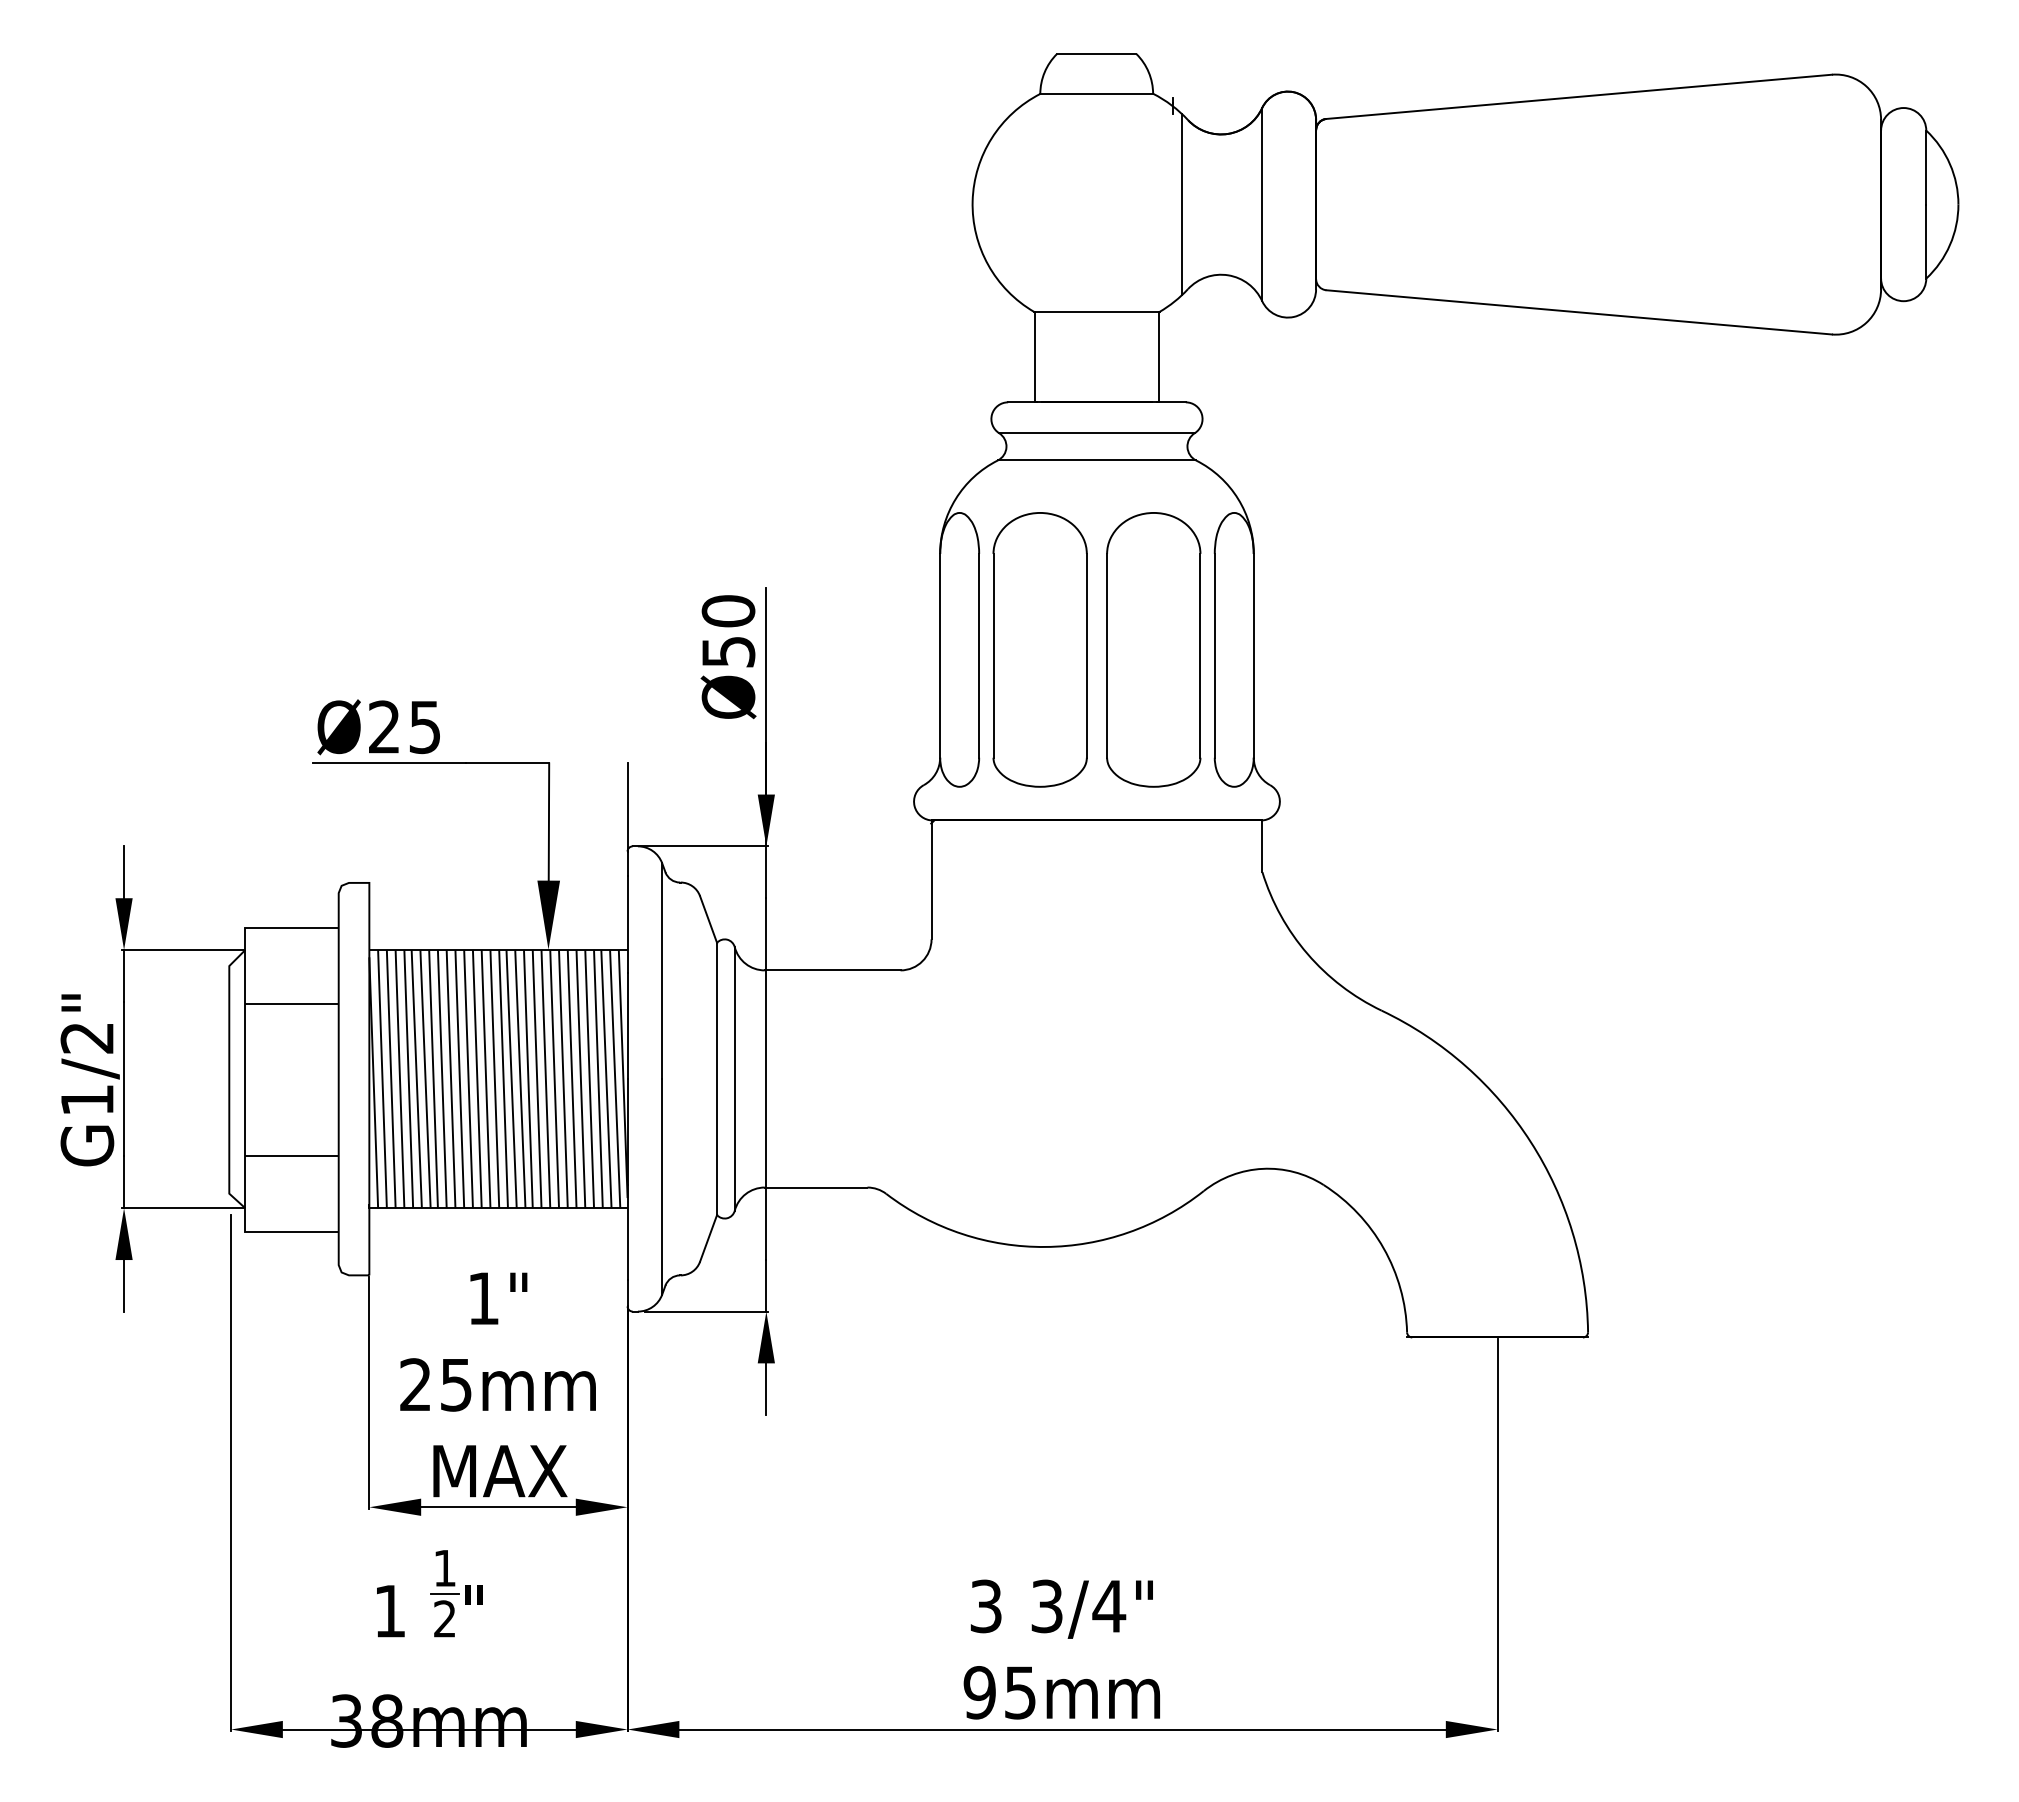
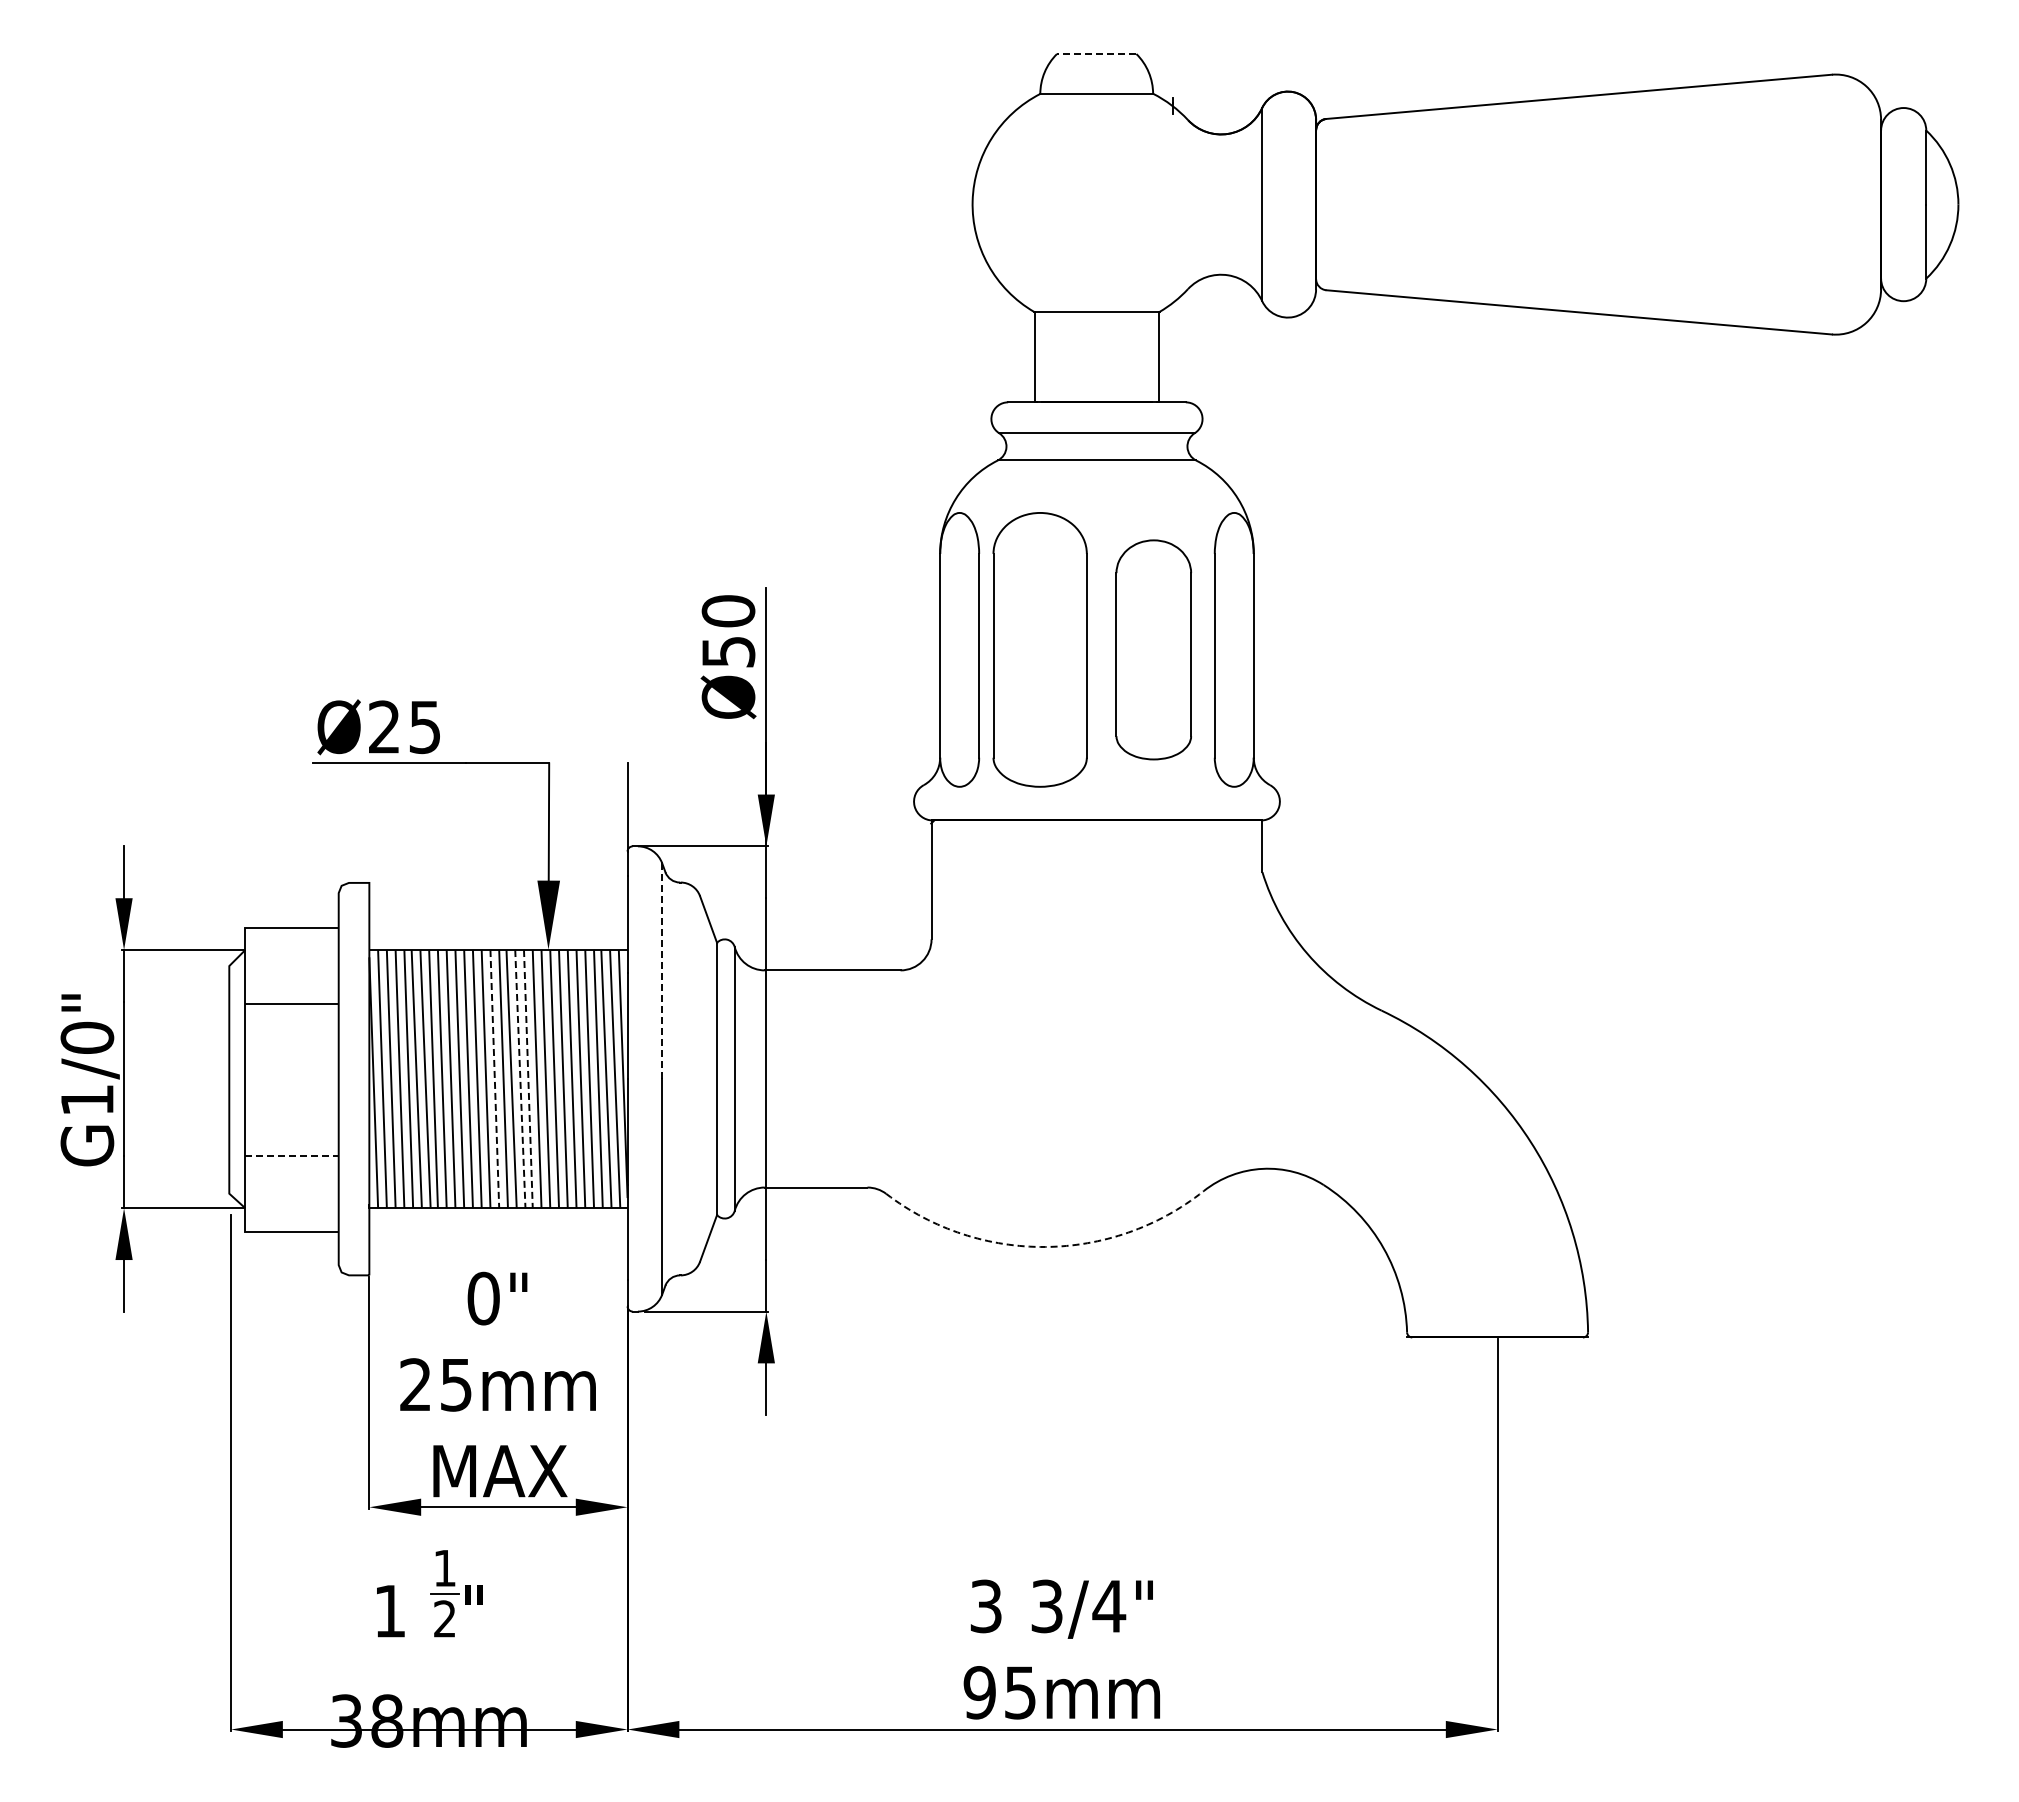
line at (1096, 54): solid -> dashed
line at (1182, 204): present -> none
part at (1153, 649) size: 96x276 px -> 77x222 px
line at (662, 971): solid -> dashed
text at (87, 1037): G1/2" -> G1/0"
line at (494, 1079): solid -> dashed
line at (520, 1079): solid -> dashed
line at (528, 1079): solid -> dashed
line at (292, 1155): solid -> dashed
arc at (1045, 1246): solid -> dashed
text at (483, 1298): 1" -> 0"
